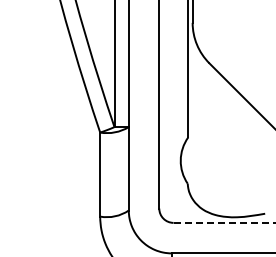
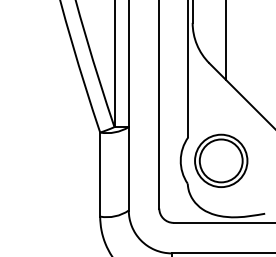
line at (226, 41): none -> present
part at (221, 160): none -> present
line at (224, 222): dashed -> solid
